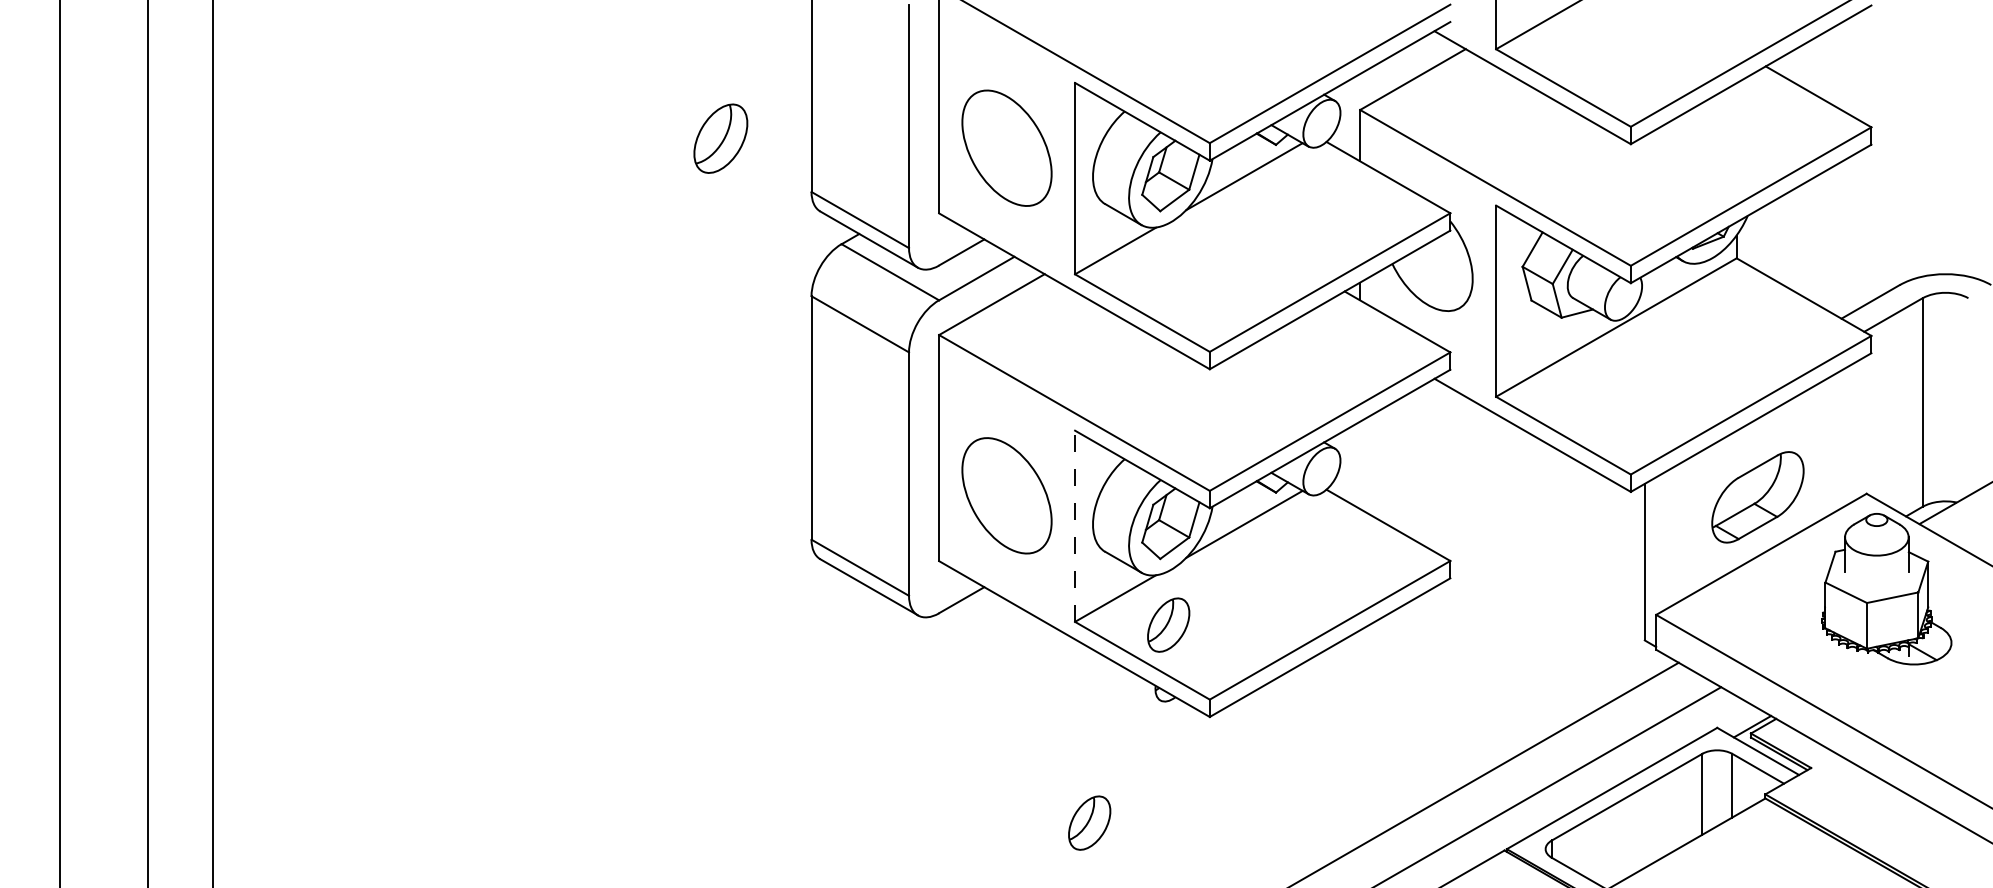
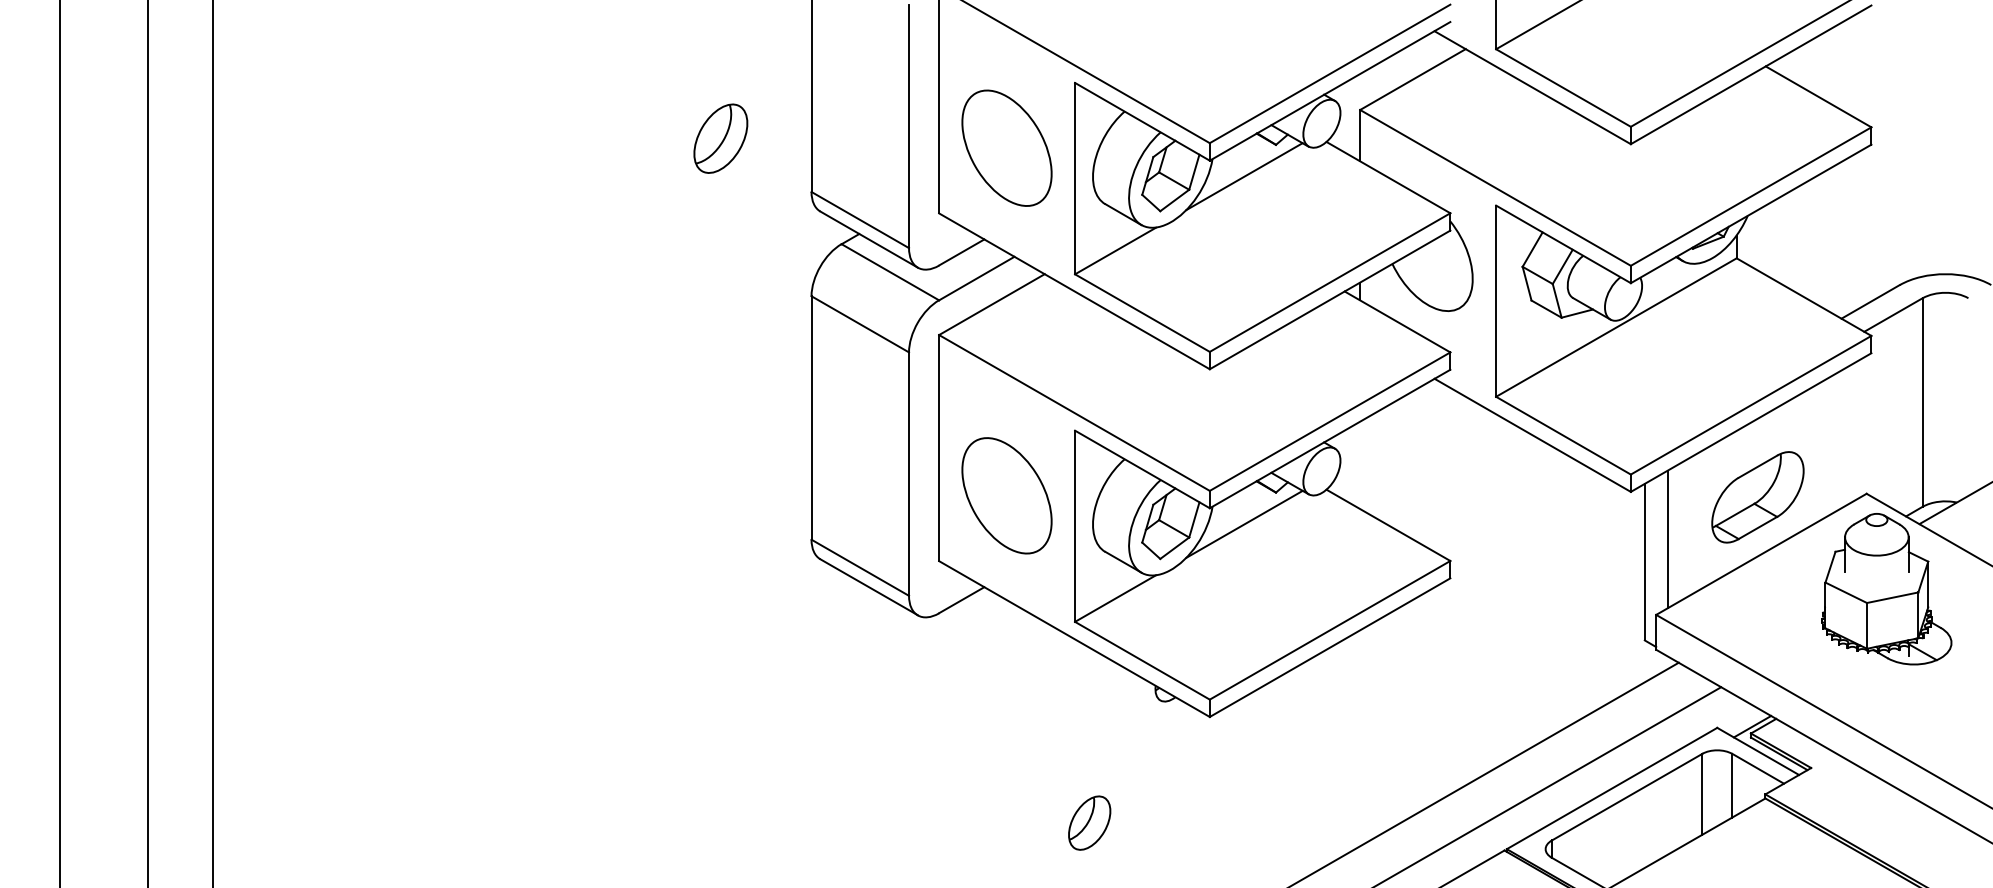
line at (1075, 526): dashed -> solid
line at (1667, 539): none -> present
part at (1168, 624): present -> none
